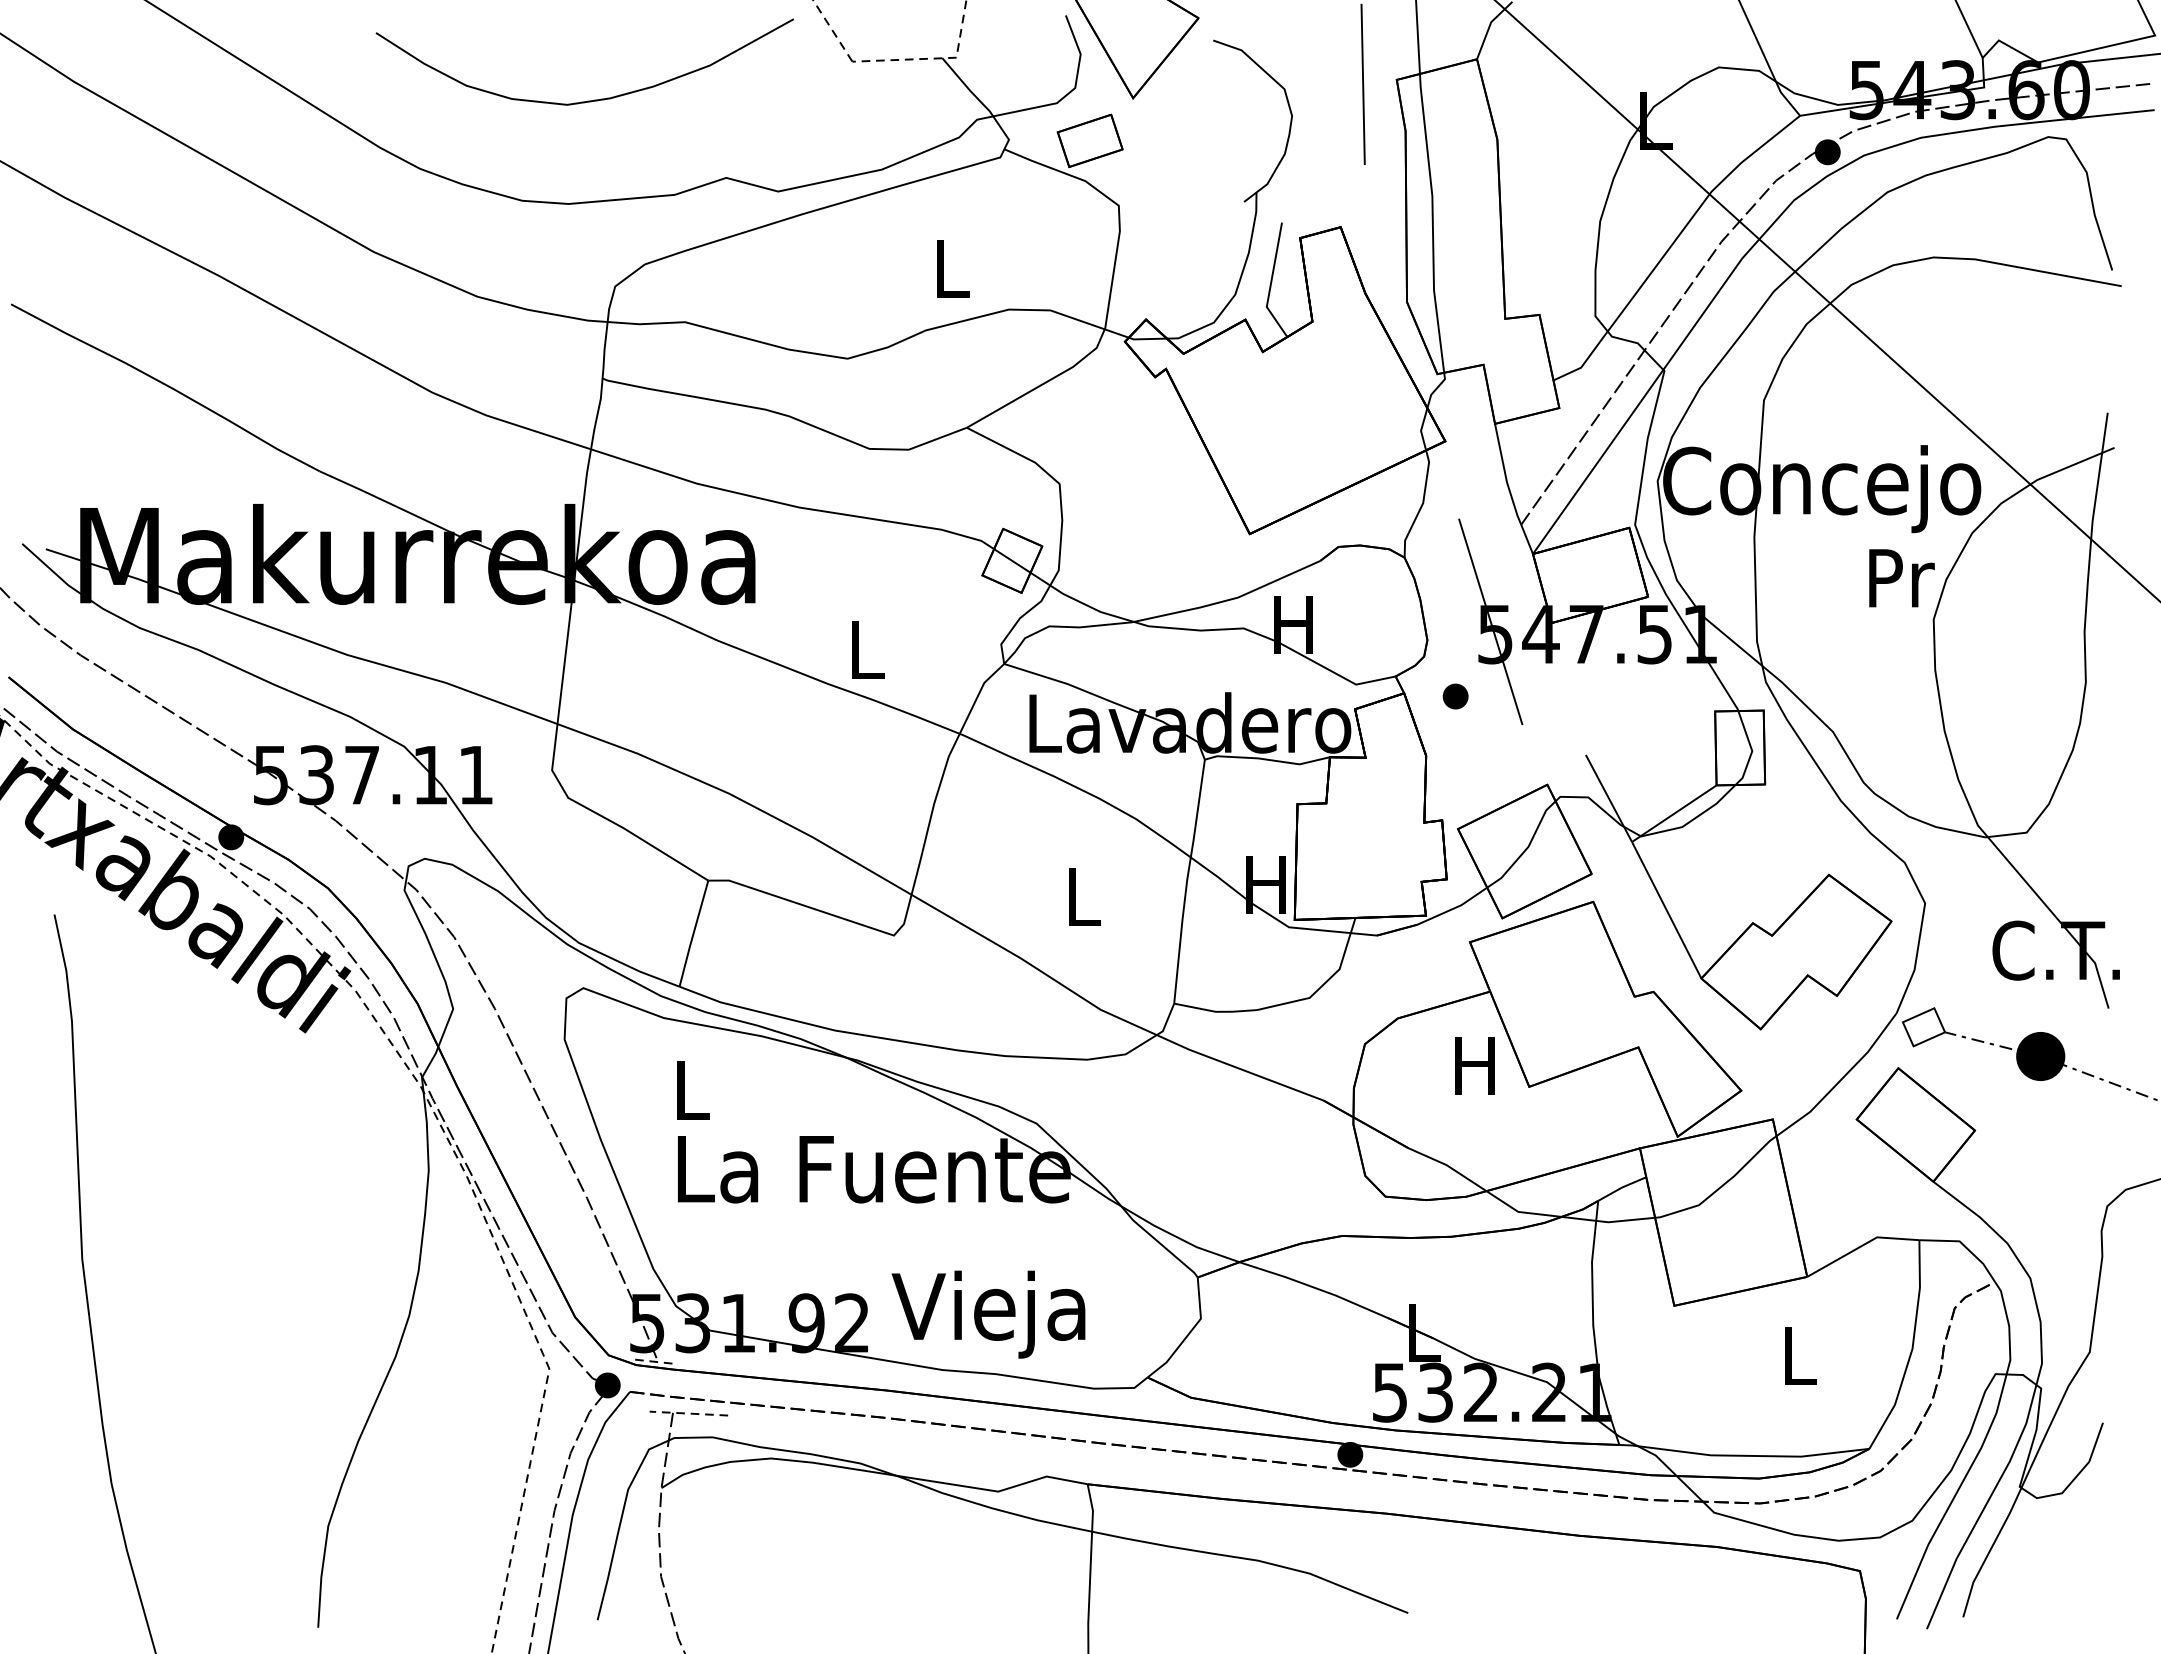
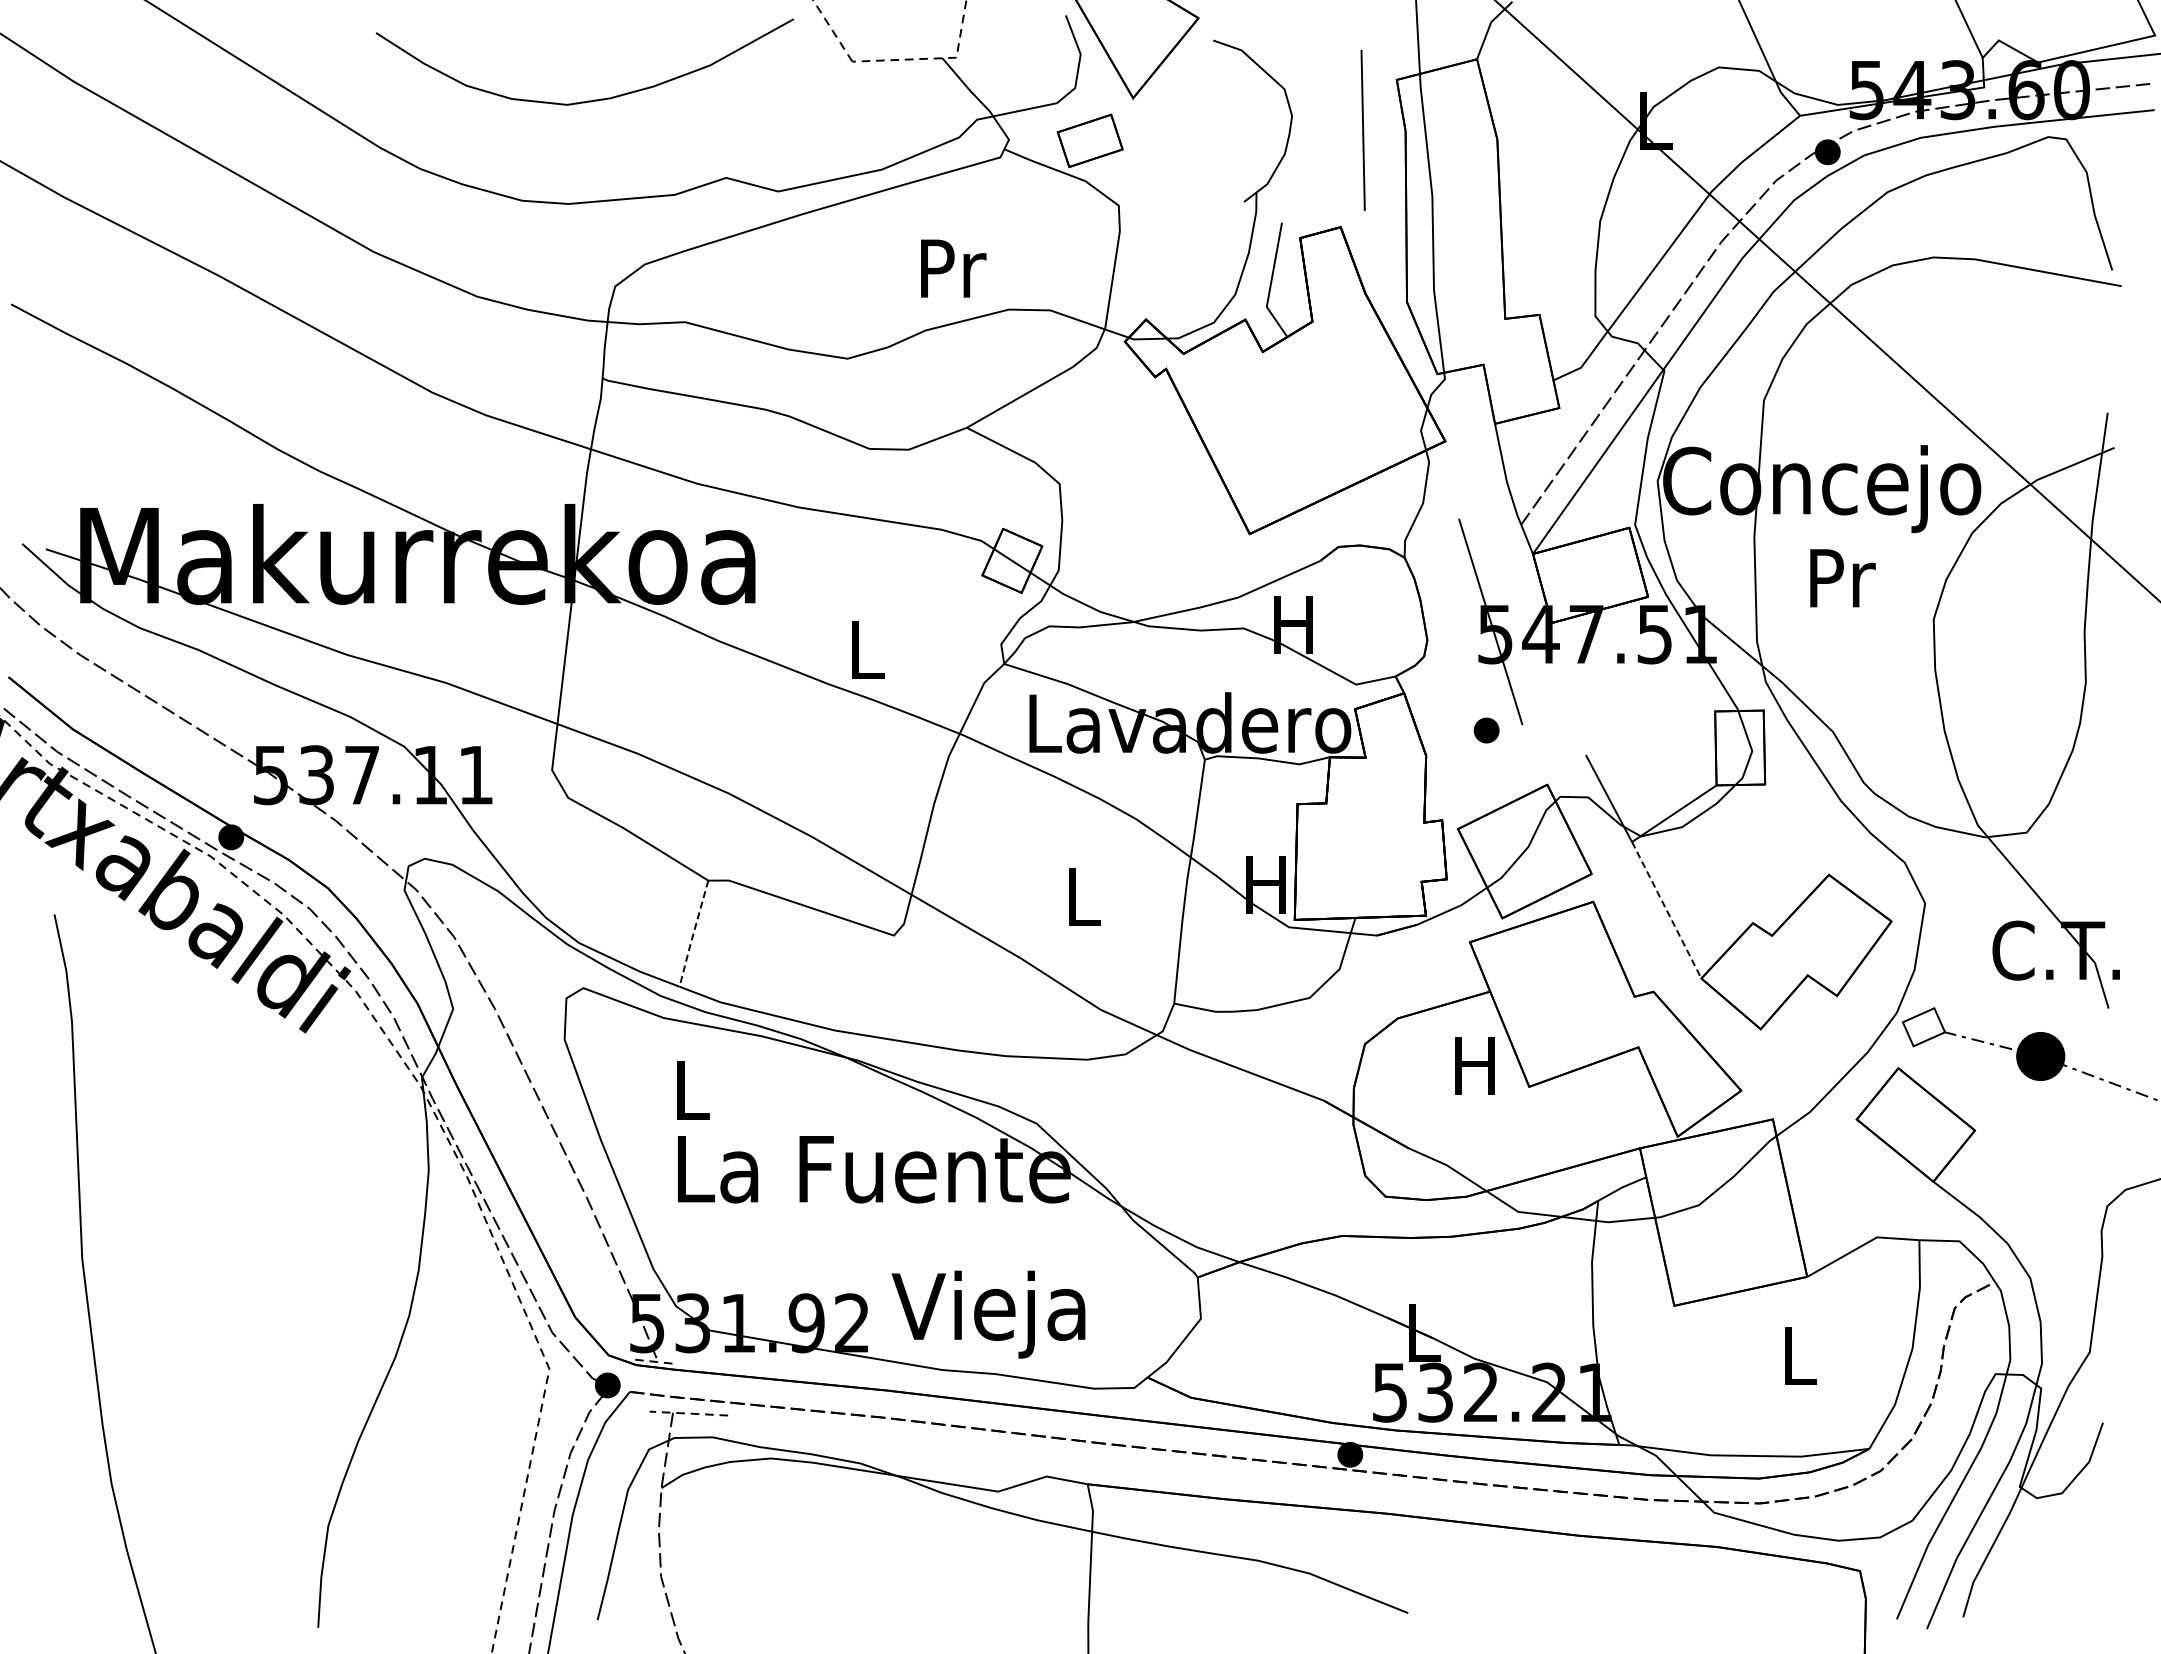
line at (1362, 83) position: (1362, 83) -> (1362, 129)
text at (953, 268): L -> Pr
text at (1901, 578) position: (1901, 578) -> (1842, 578)
part at (1455, 696) position: (1455, 696) -> (1486, 730)
line at (1666, 910): solid -> dashed
line at (693, 934): solid -> dashed
